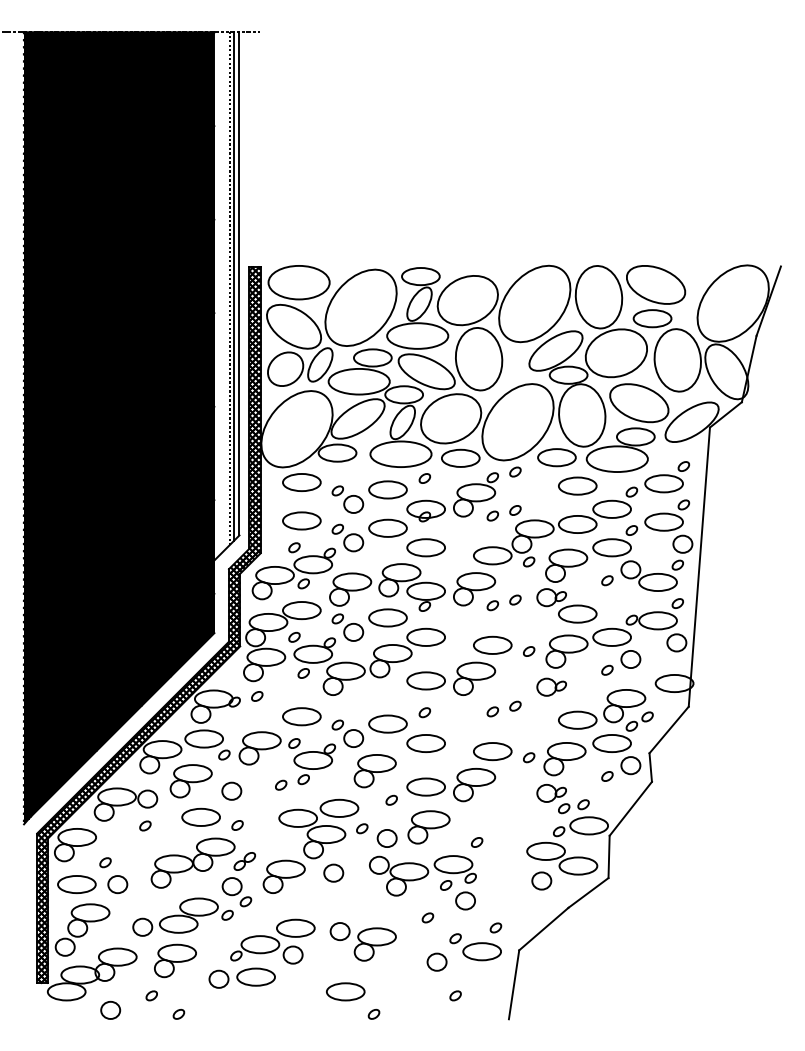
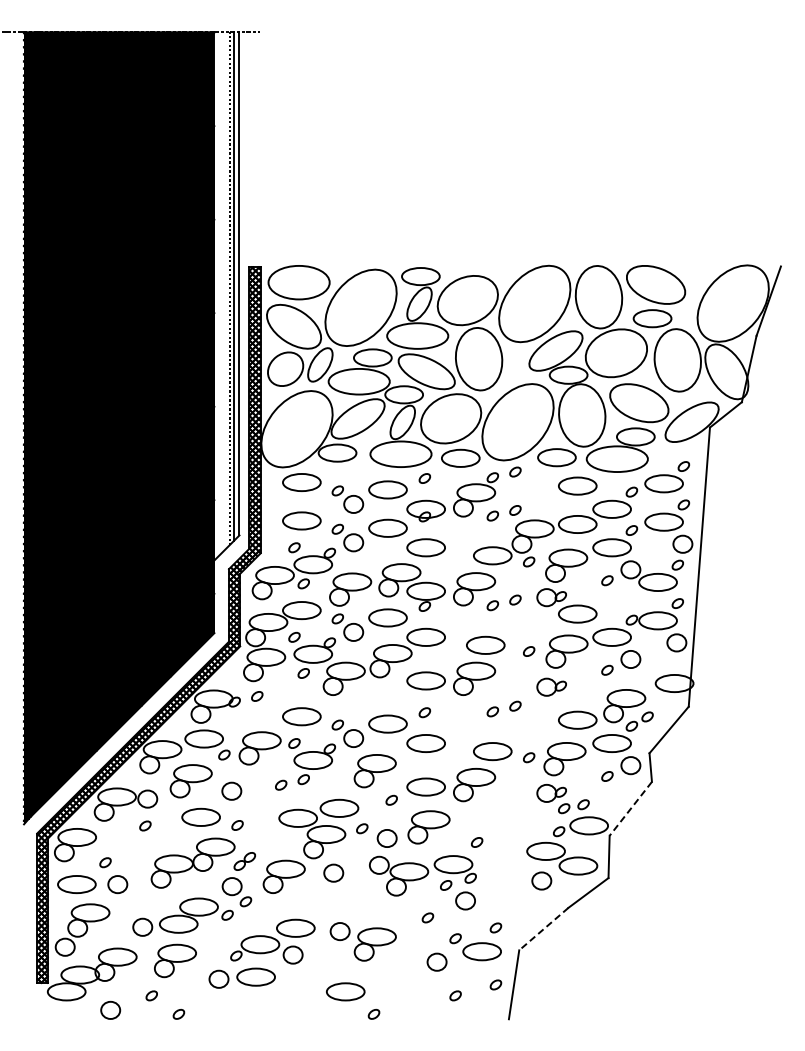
part at (492, 644) position: (492, 644) -> (485, 644)
line at (630, 809): solid -> dashed
line at (543, 929): solid -> dashed
part at (495, 984): none -> present
